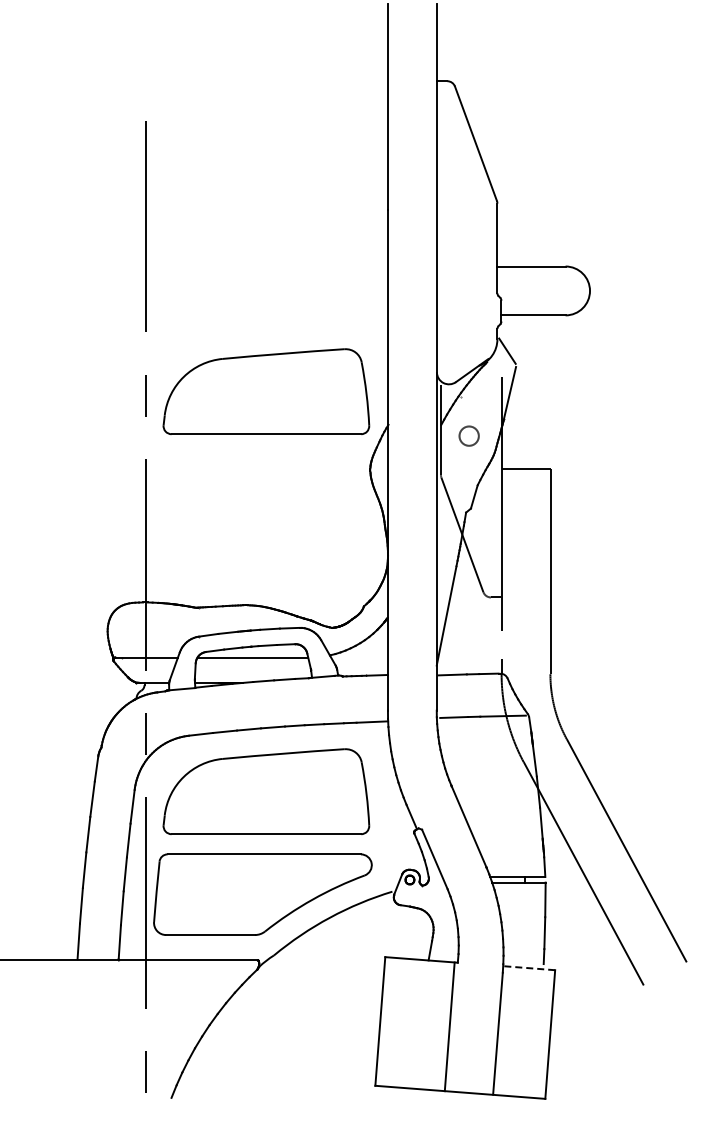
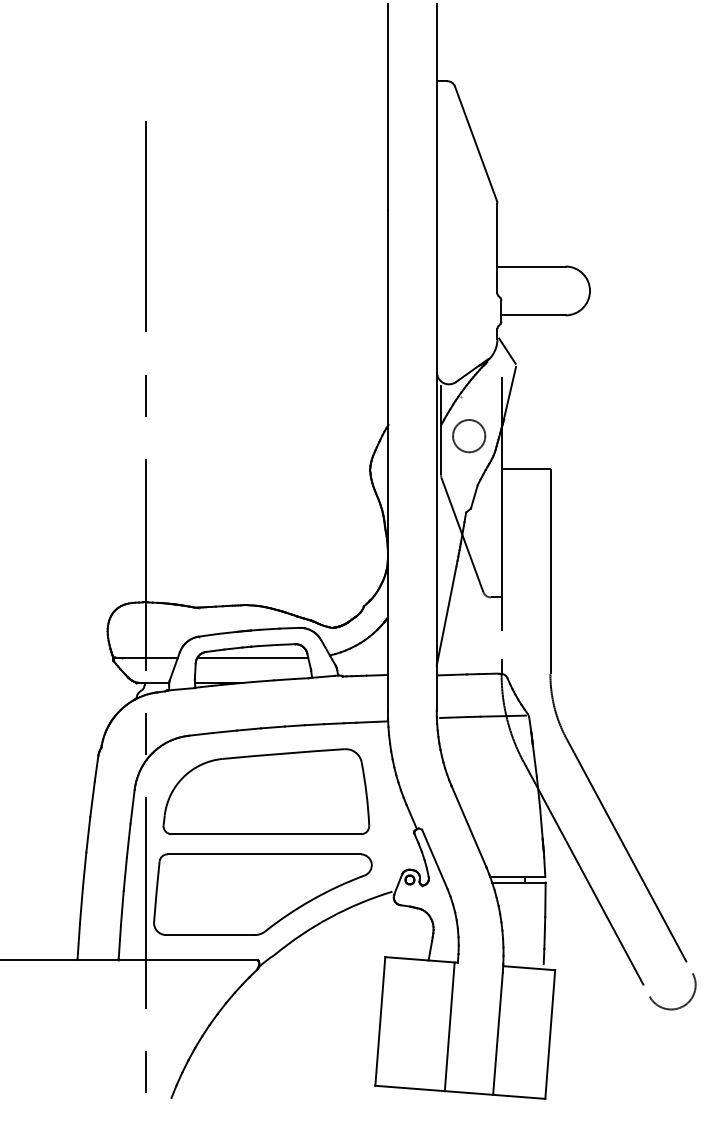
part at (266, 391): present -> none
circle at (468, 435) diameter: 19 px -> 32 px
line at (528, 968): dashed -> solid
arc at (677, 1007): none -> present
